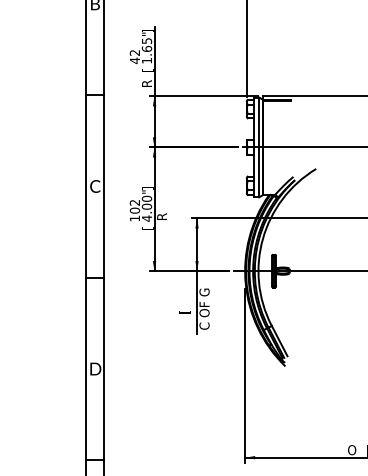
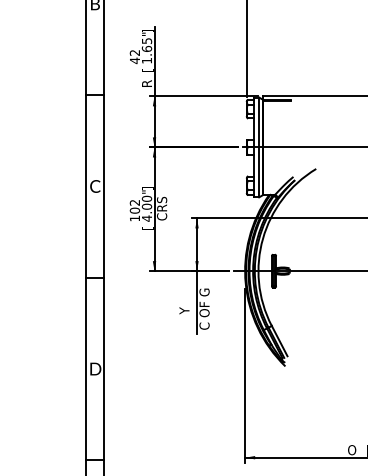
text at (162, 208): R -> CRS
text at (184, 310): [ -> Y
